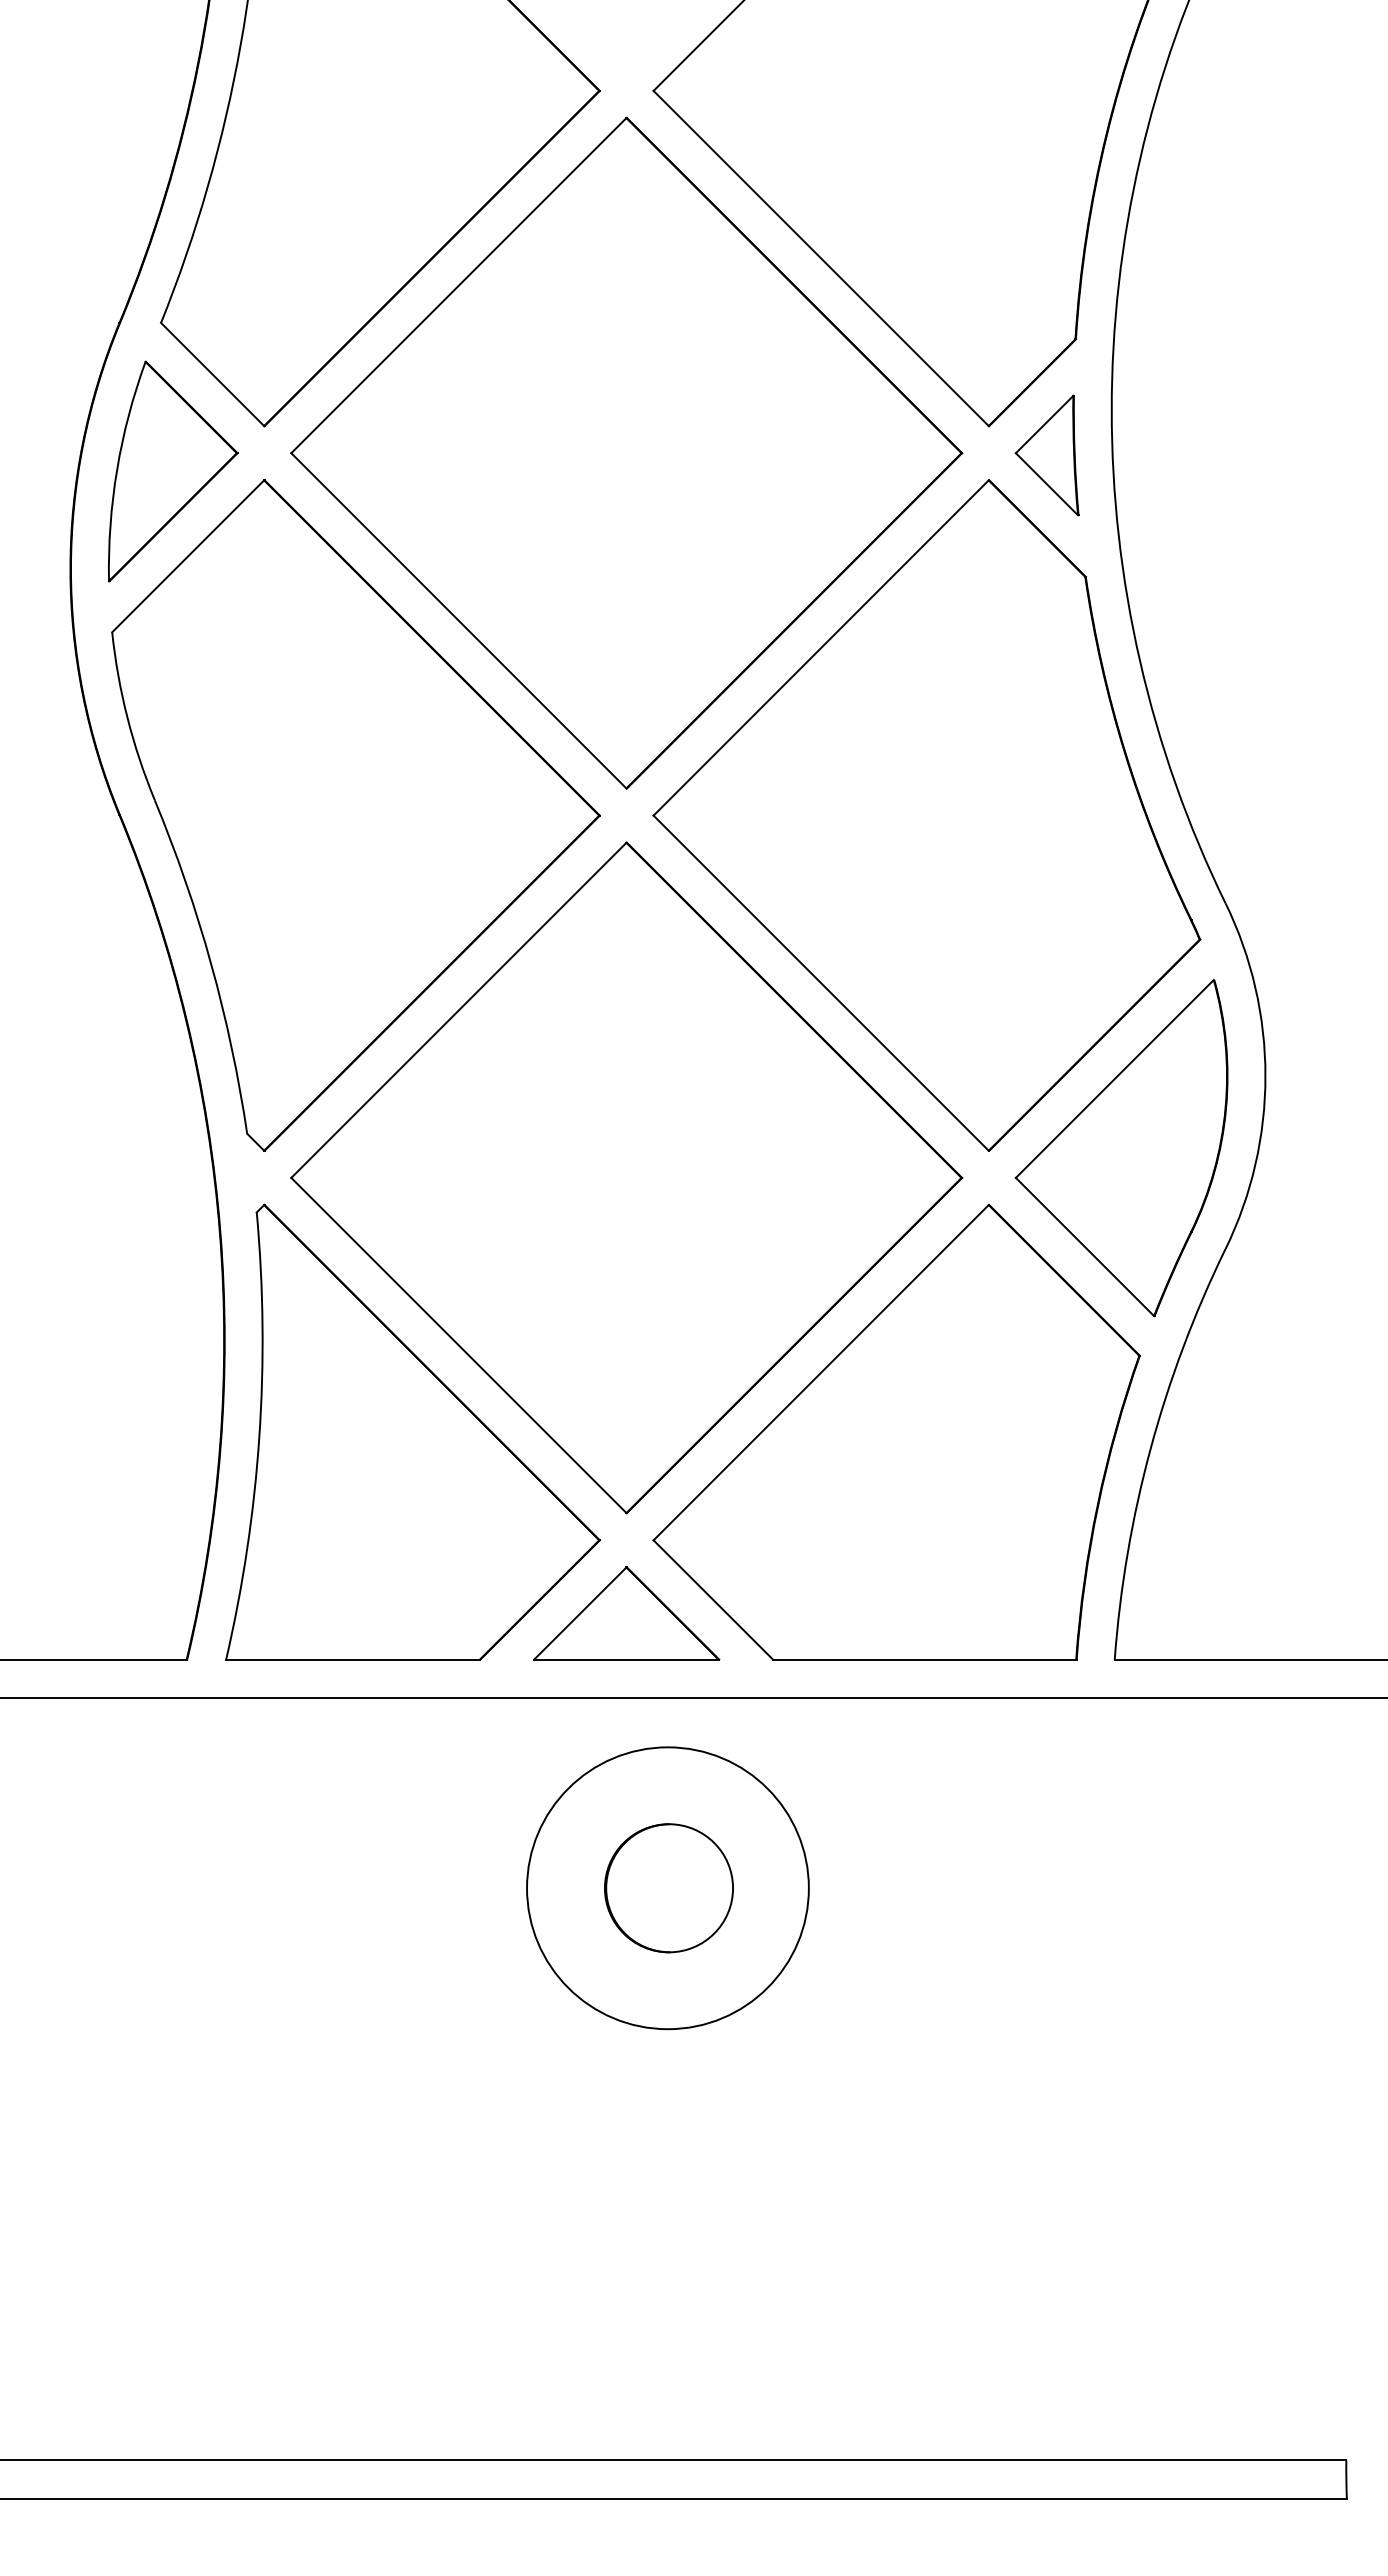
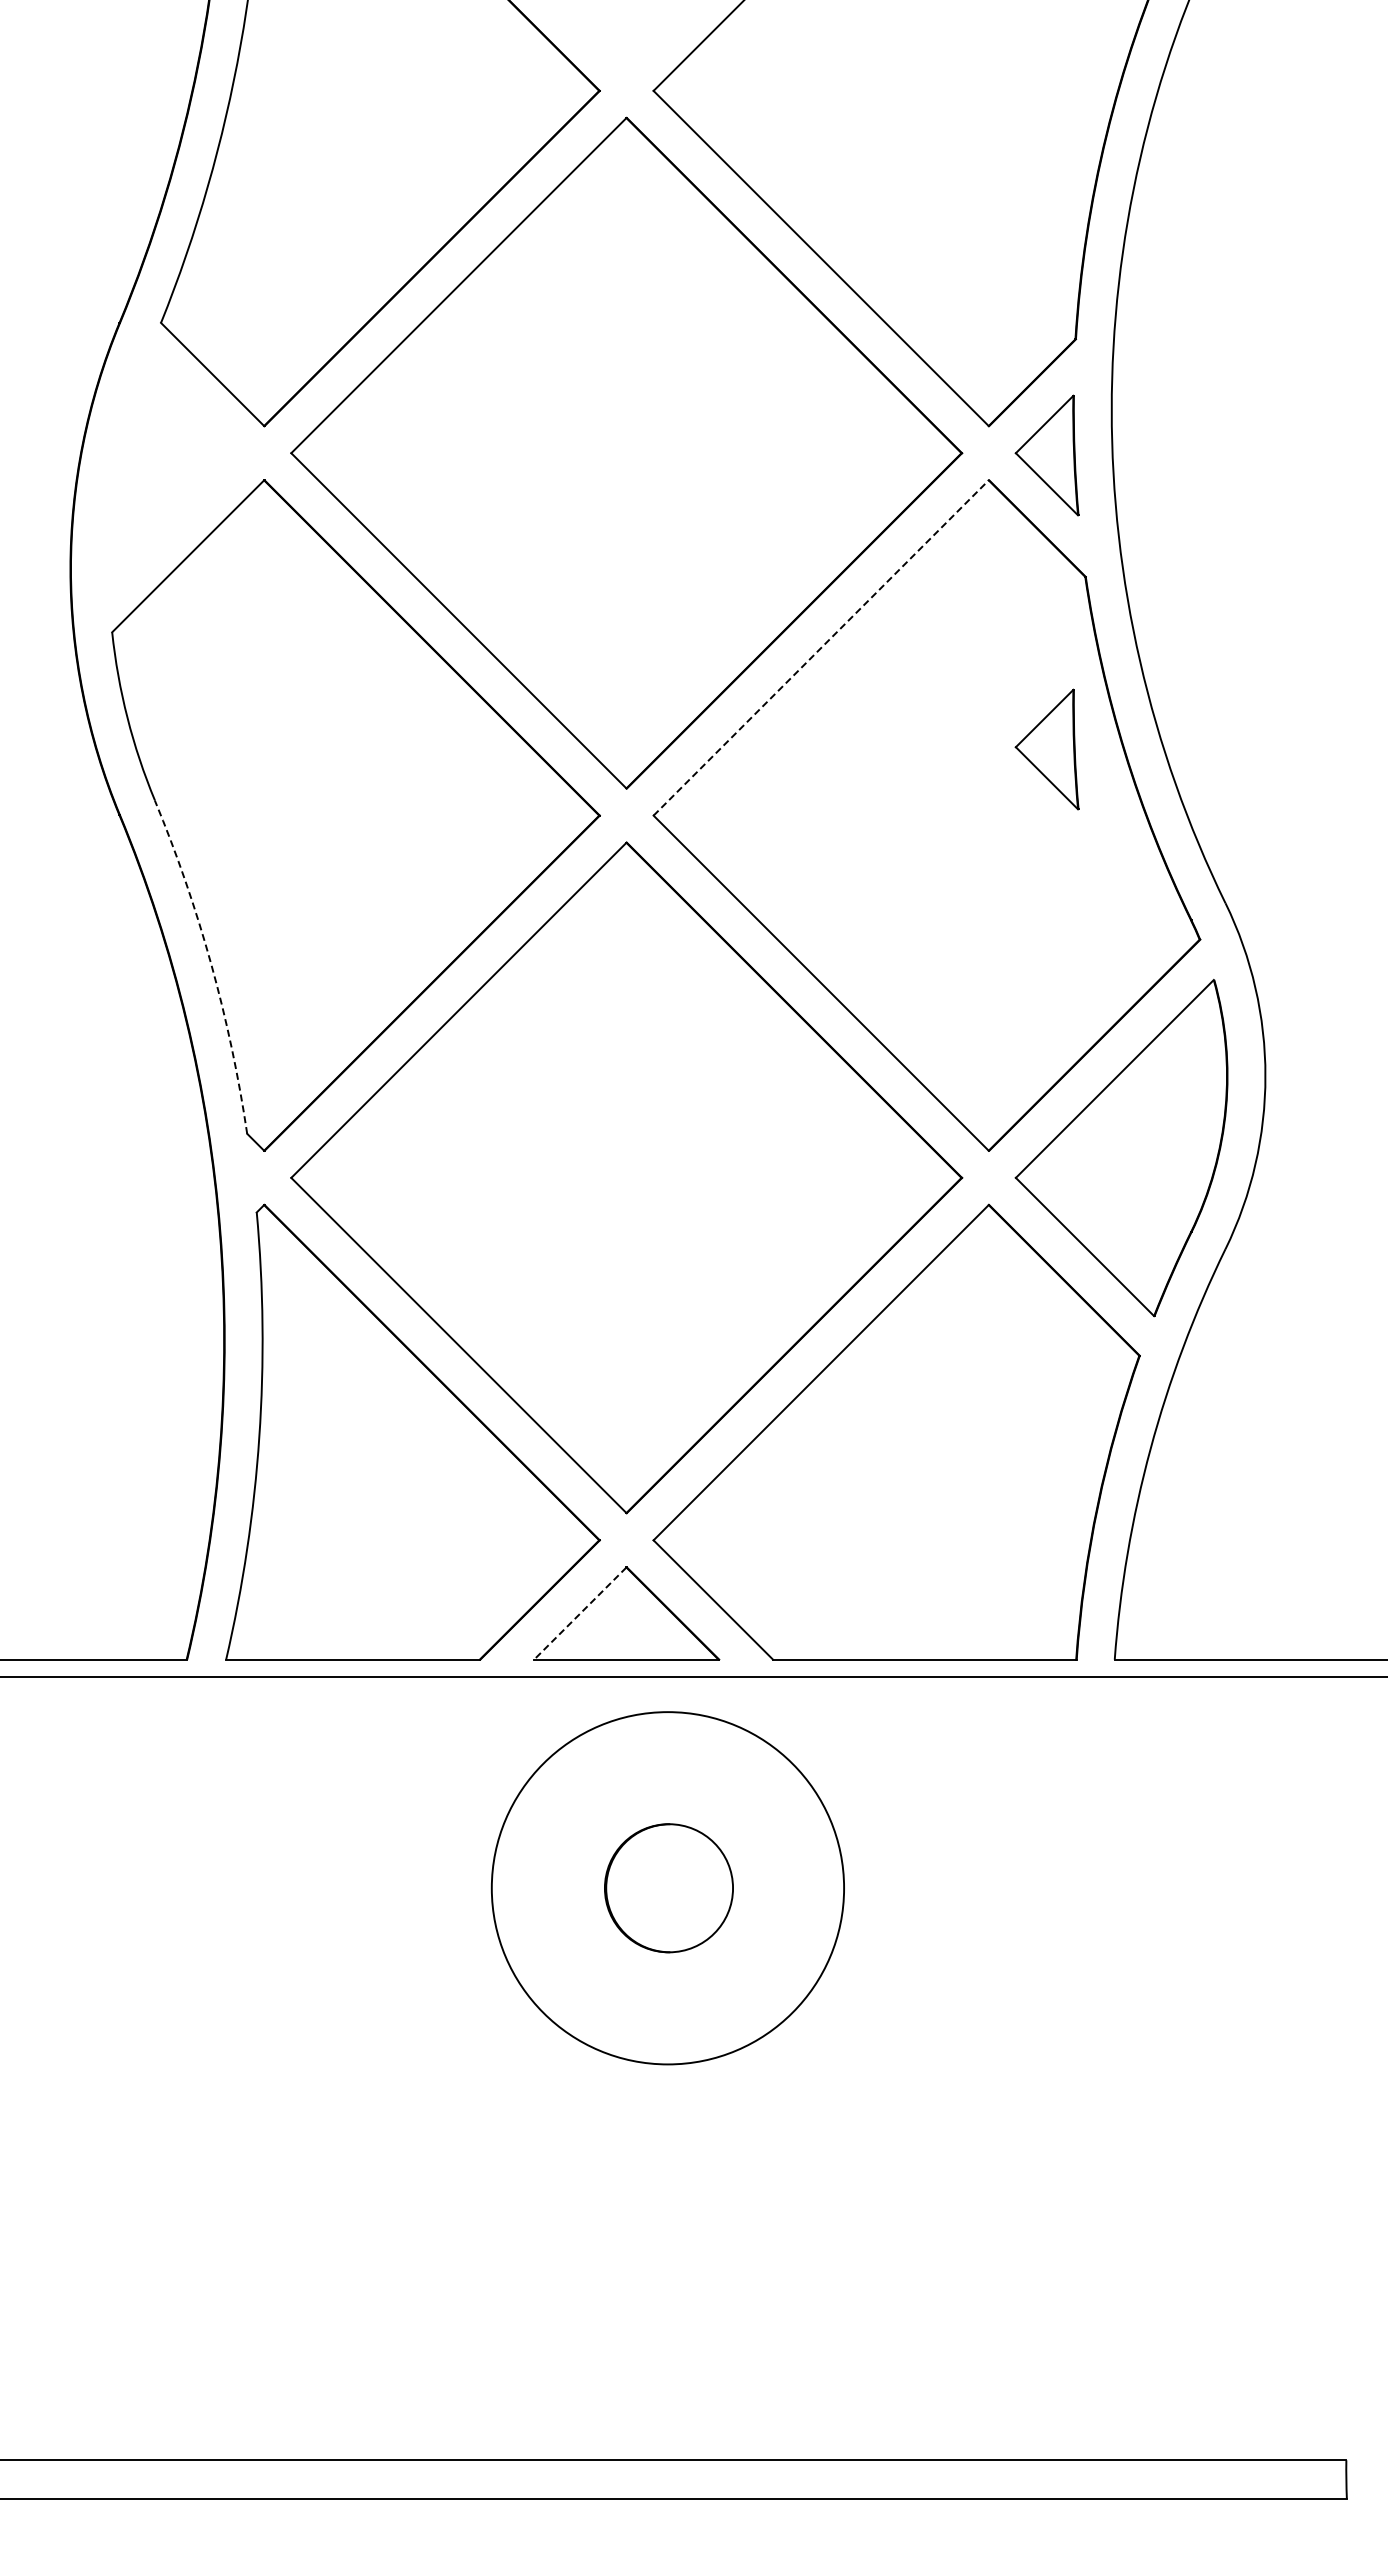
part at (173, 471): present -> none
line at (821, 647): solid -> dashed
part at (1046, 749): none -> present
arc at (211, 964): solid -> dashed
line at (579, 1613): solid -> dashed
line at (693, 1698) position: (693, 1698) -> (693, 1677)
circle at (667, 1888) diameter: 282 px -> 352 px
